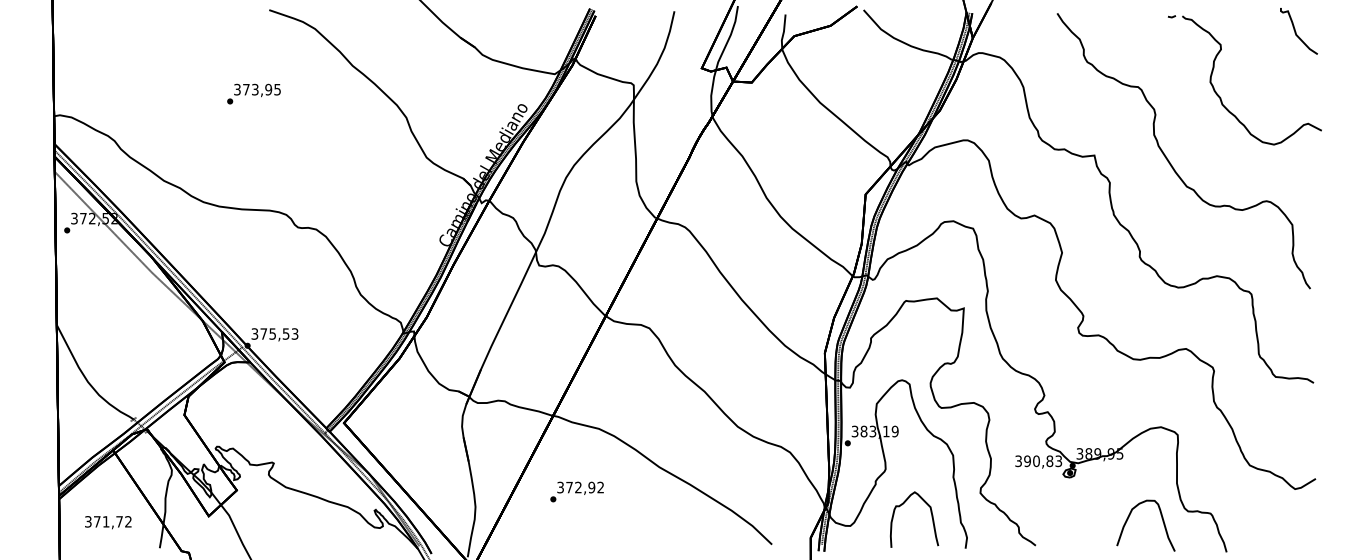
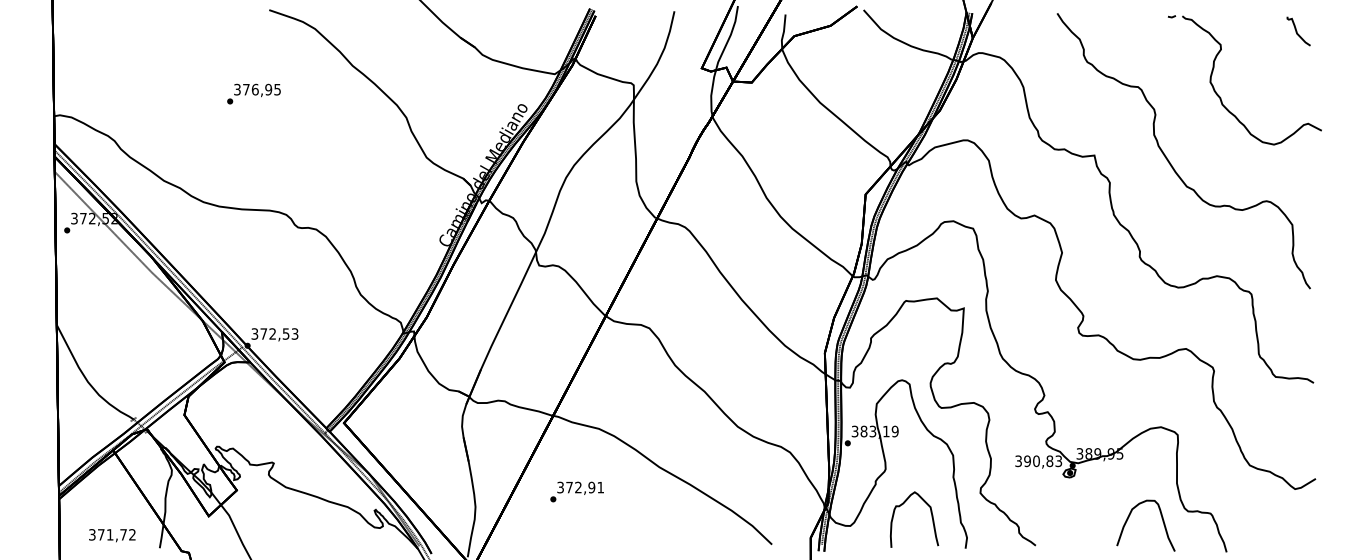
part at (1298, 31) size: 38x47 px -> 25x31 px
text at (254, 89): 373,95 -> 376,95
text at (272, 333): 375,53 -> 372,53
text at (600, 487): 372,92 -> 372,91
text at (108, 522) position: (108, 522) -> (112, 535)
